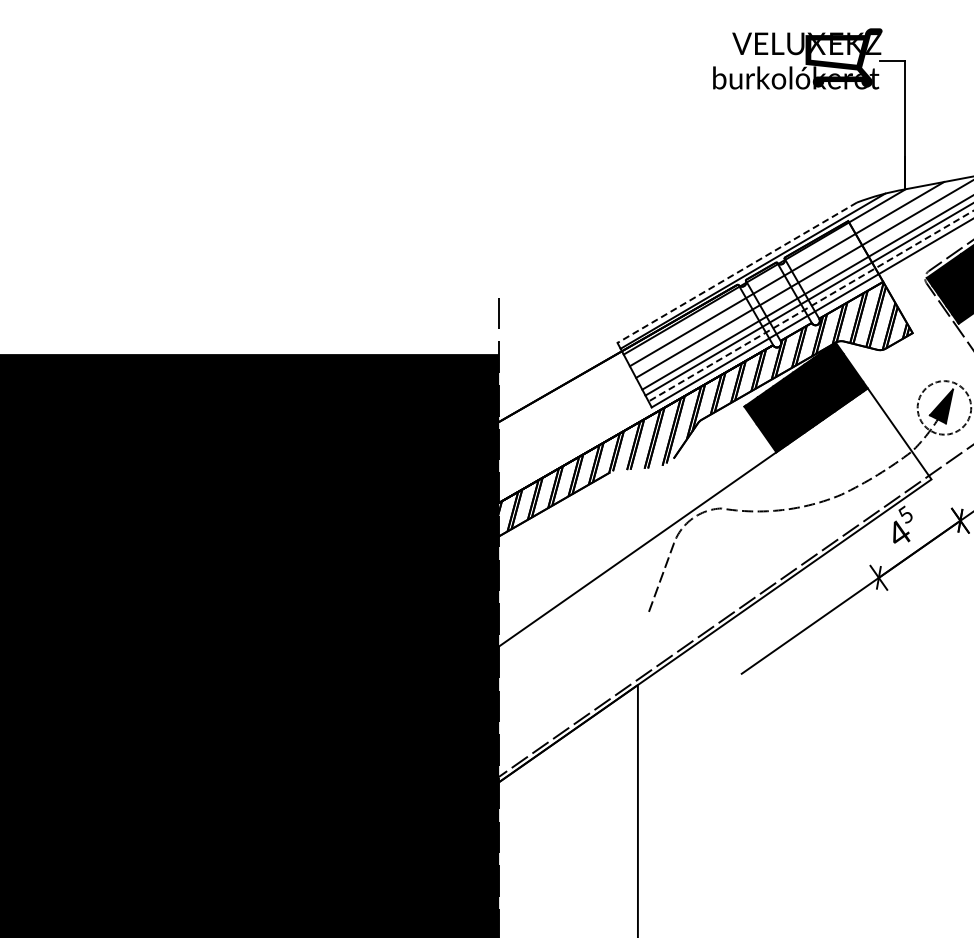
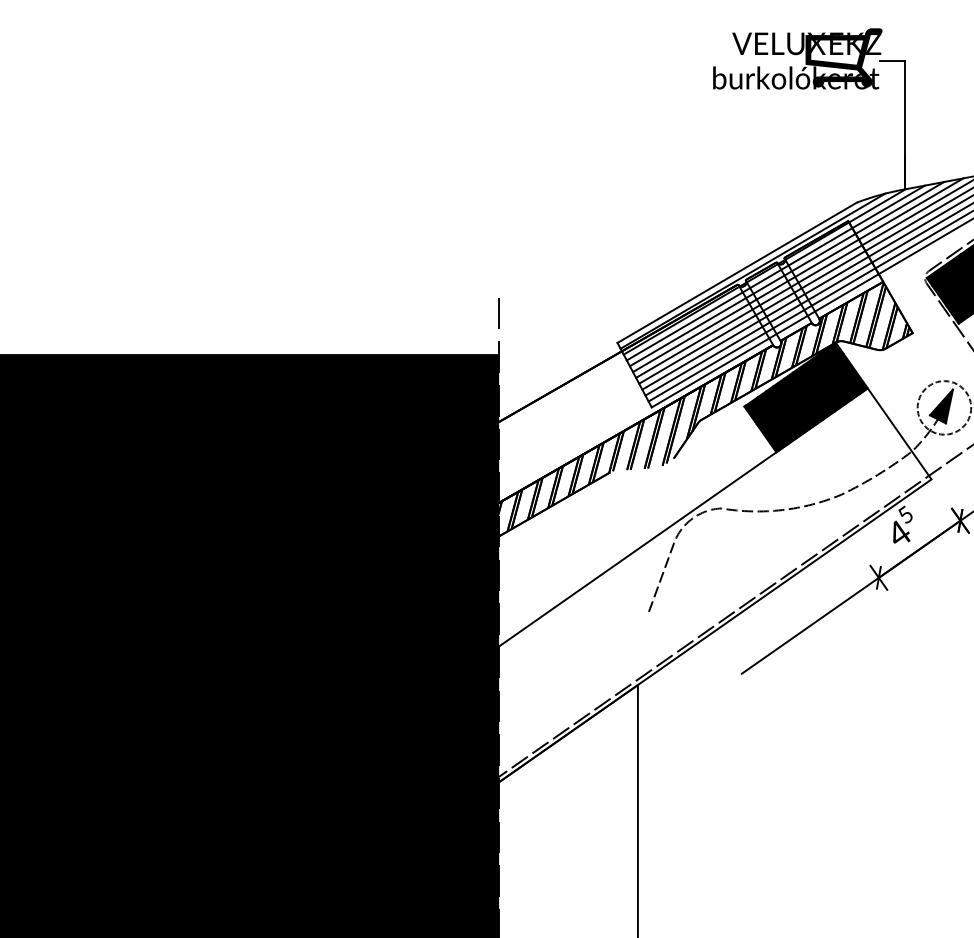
line at (737, 272): dashed -> solid
line at (775, 272): none -> present
line at (798, 275): none -> present
line at (804, 286): none -> present
line at (810, 306): dashed -> solid
